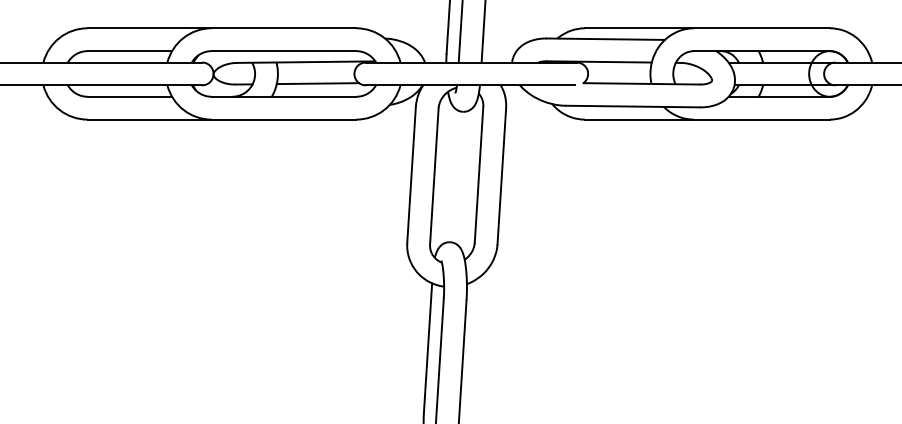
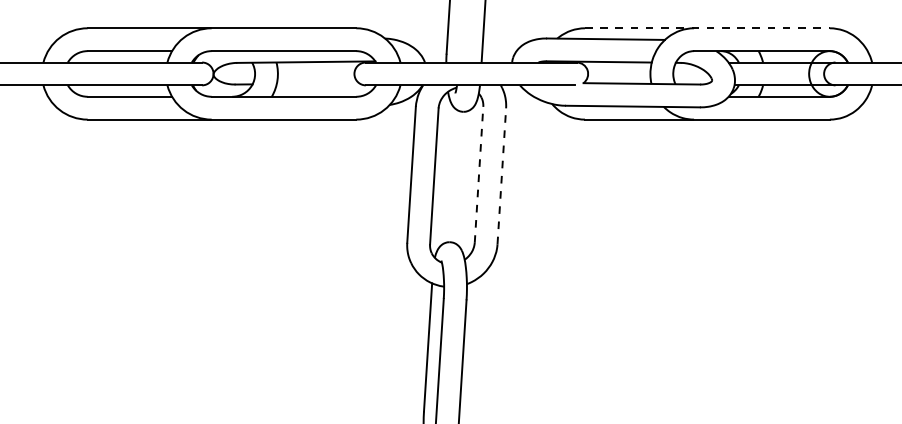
line at (707, 28): solid -> dashed
line at (460, 32): present -> none
line at (317, 83): present -> none
line at (479, 174): solid -> dashed
line at (501, 175): solid -> dashed
